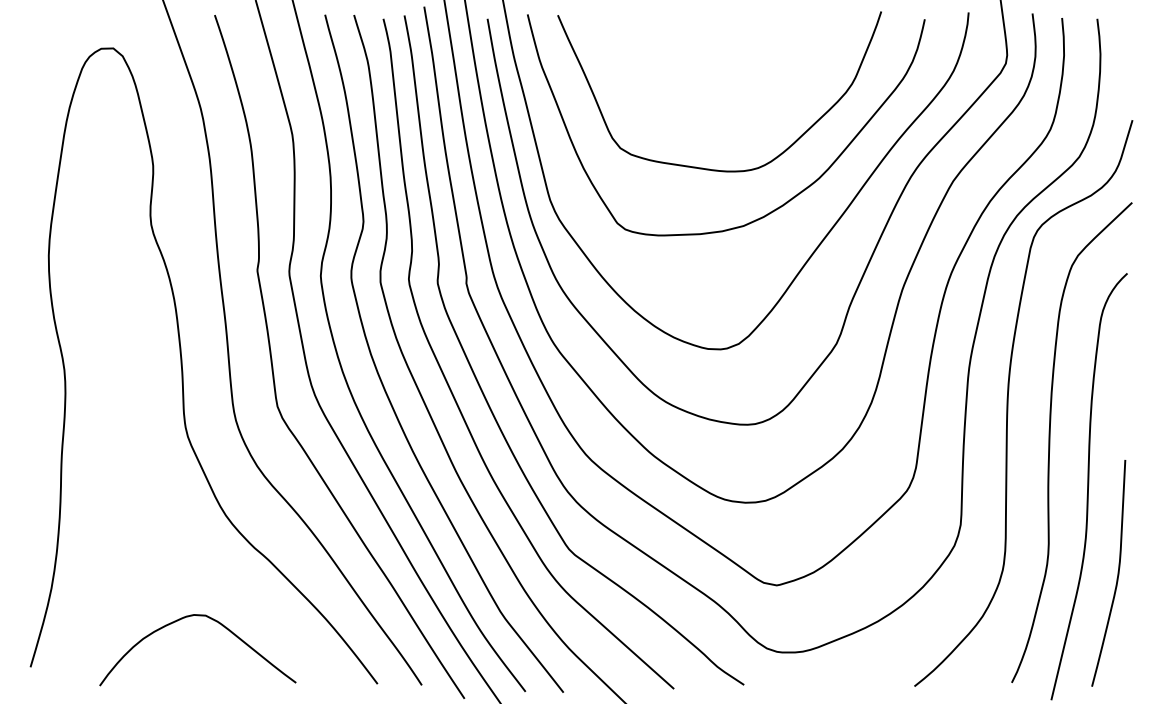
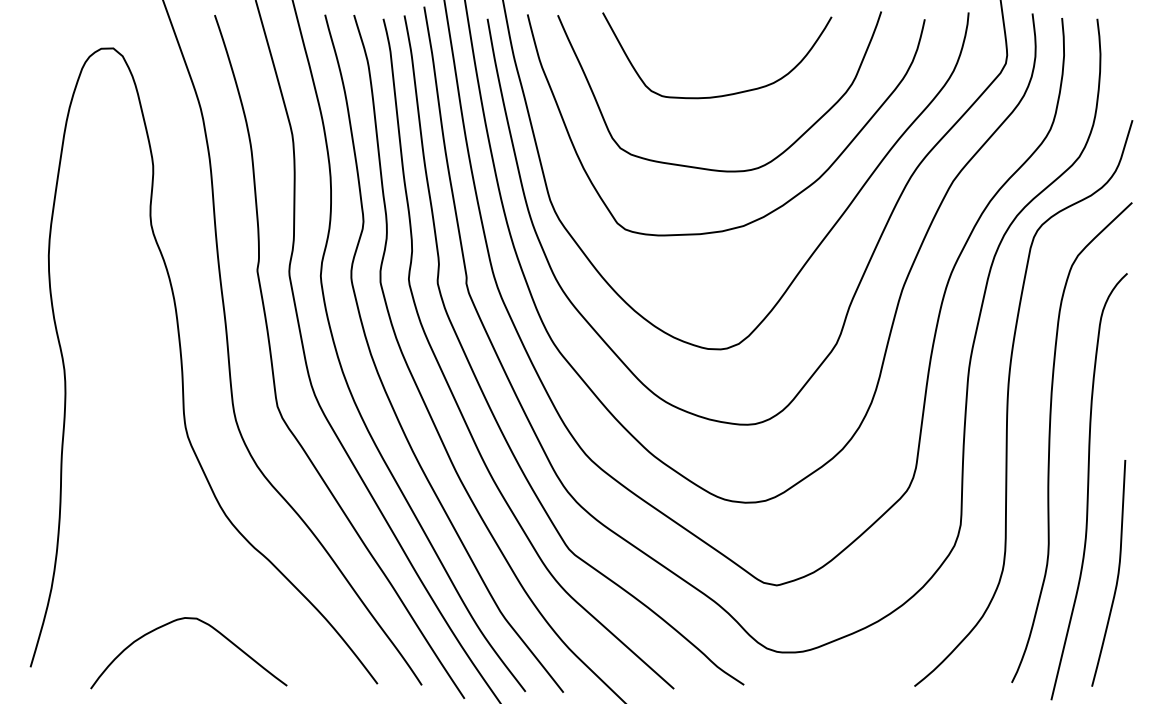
curve at (724, 94): none -> present
curve at (212, 620) position: (212, 620) -> (203, 623)
